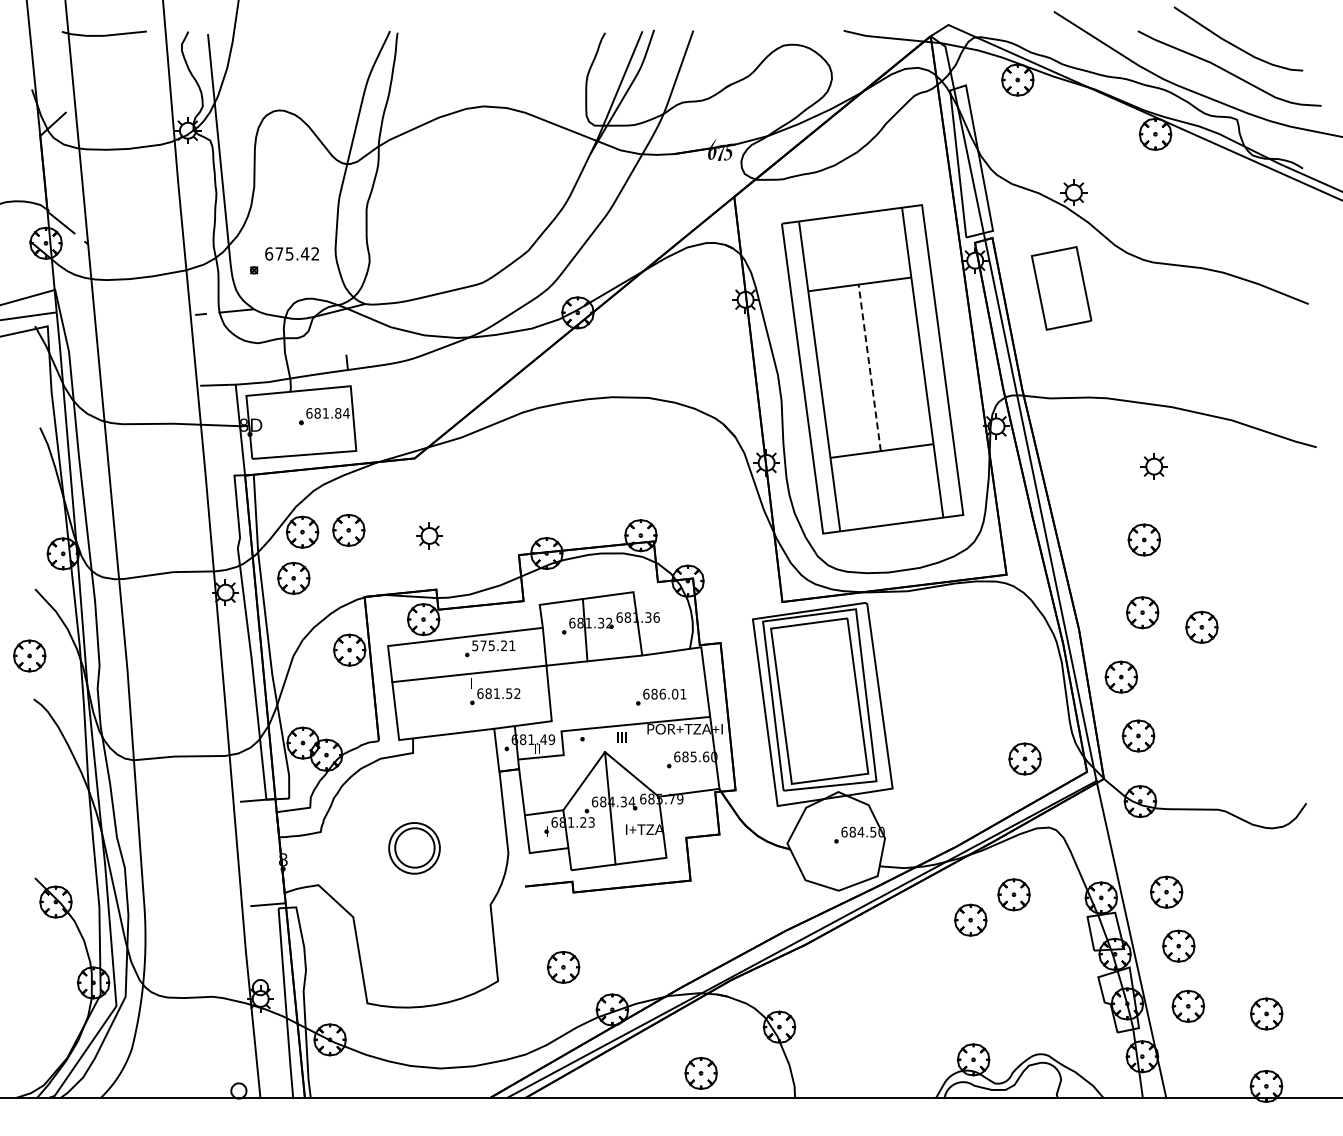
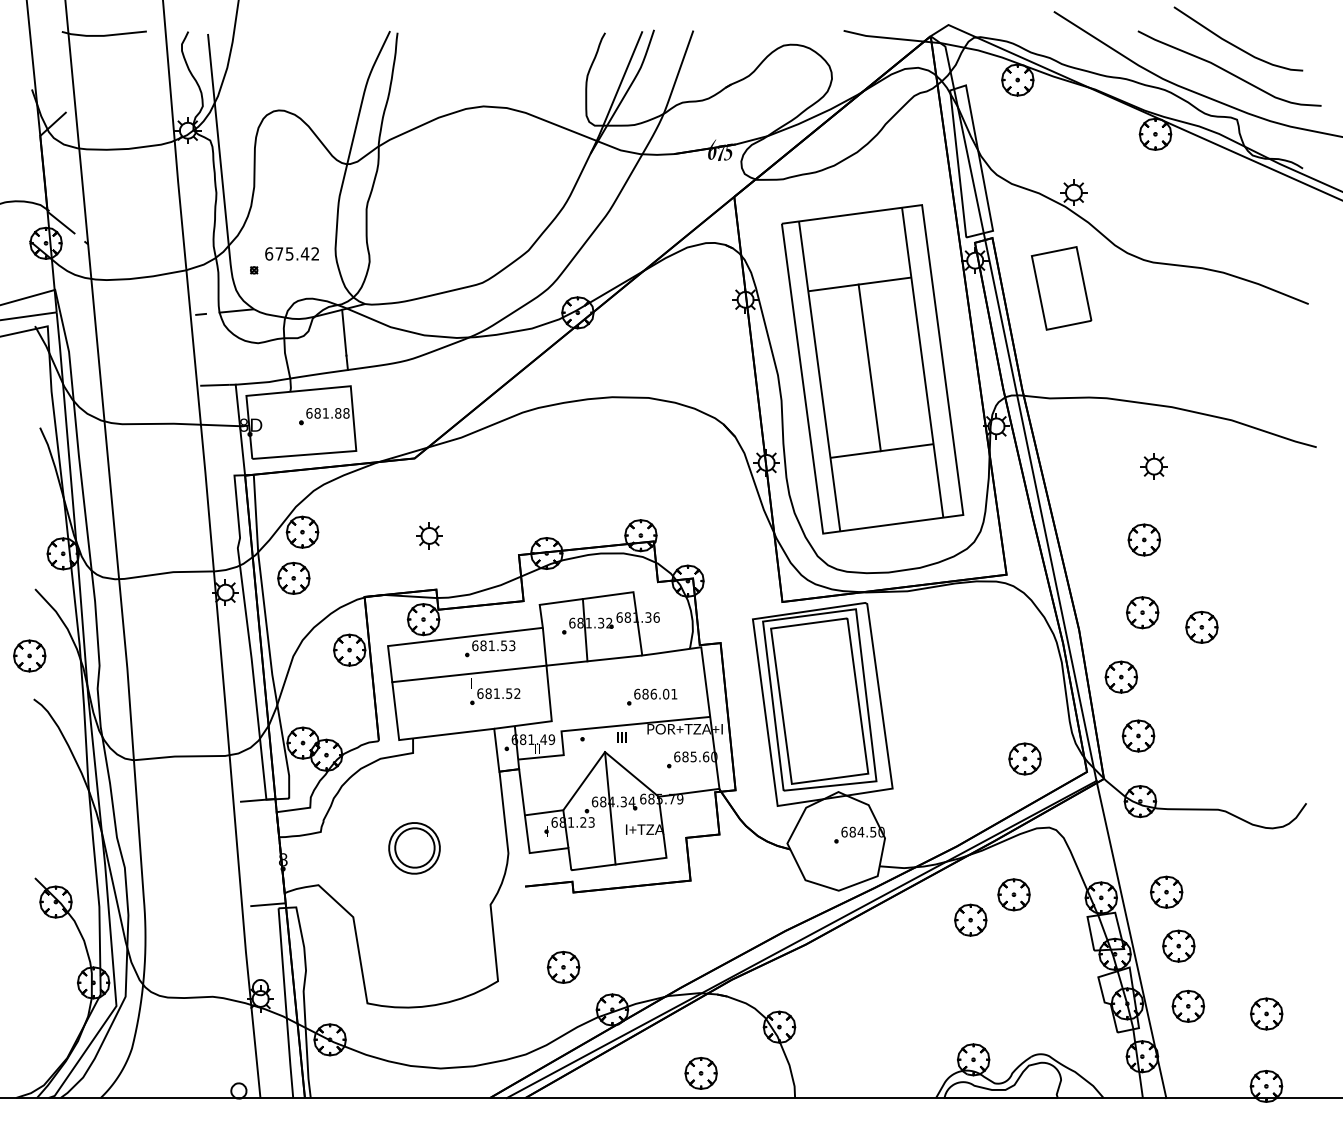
line at (344, 332): none -> present
line at (869, 367): dashed -> solid
text at (346, 413): 681.84 -> 681.88
part at (348, 529): present -> none
text at (493, 645): 575.21 -> 681.53
part at (661, 696) position: (661, 696) -> (652, 696)
